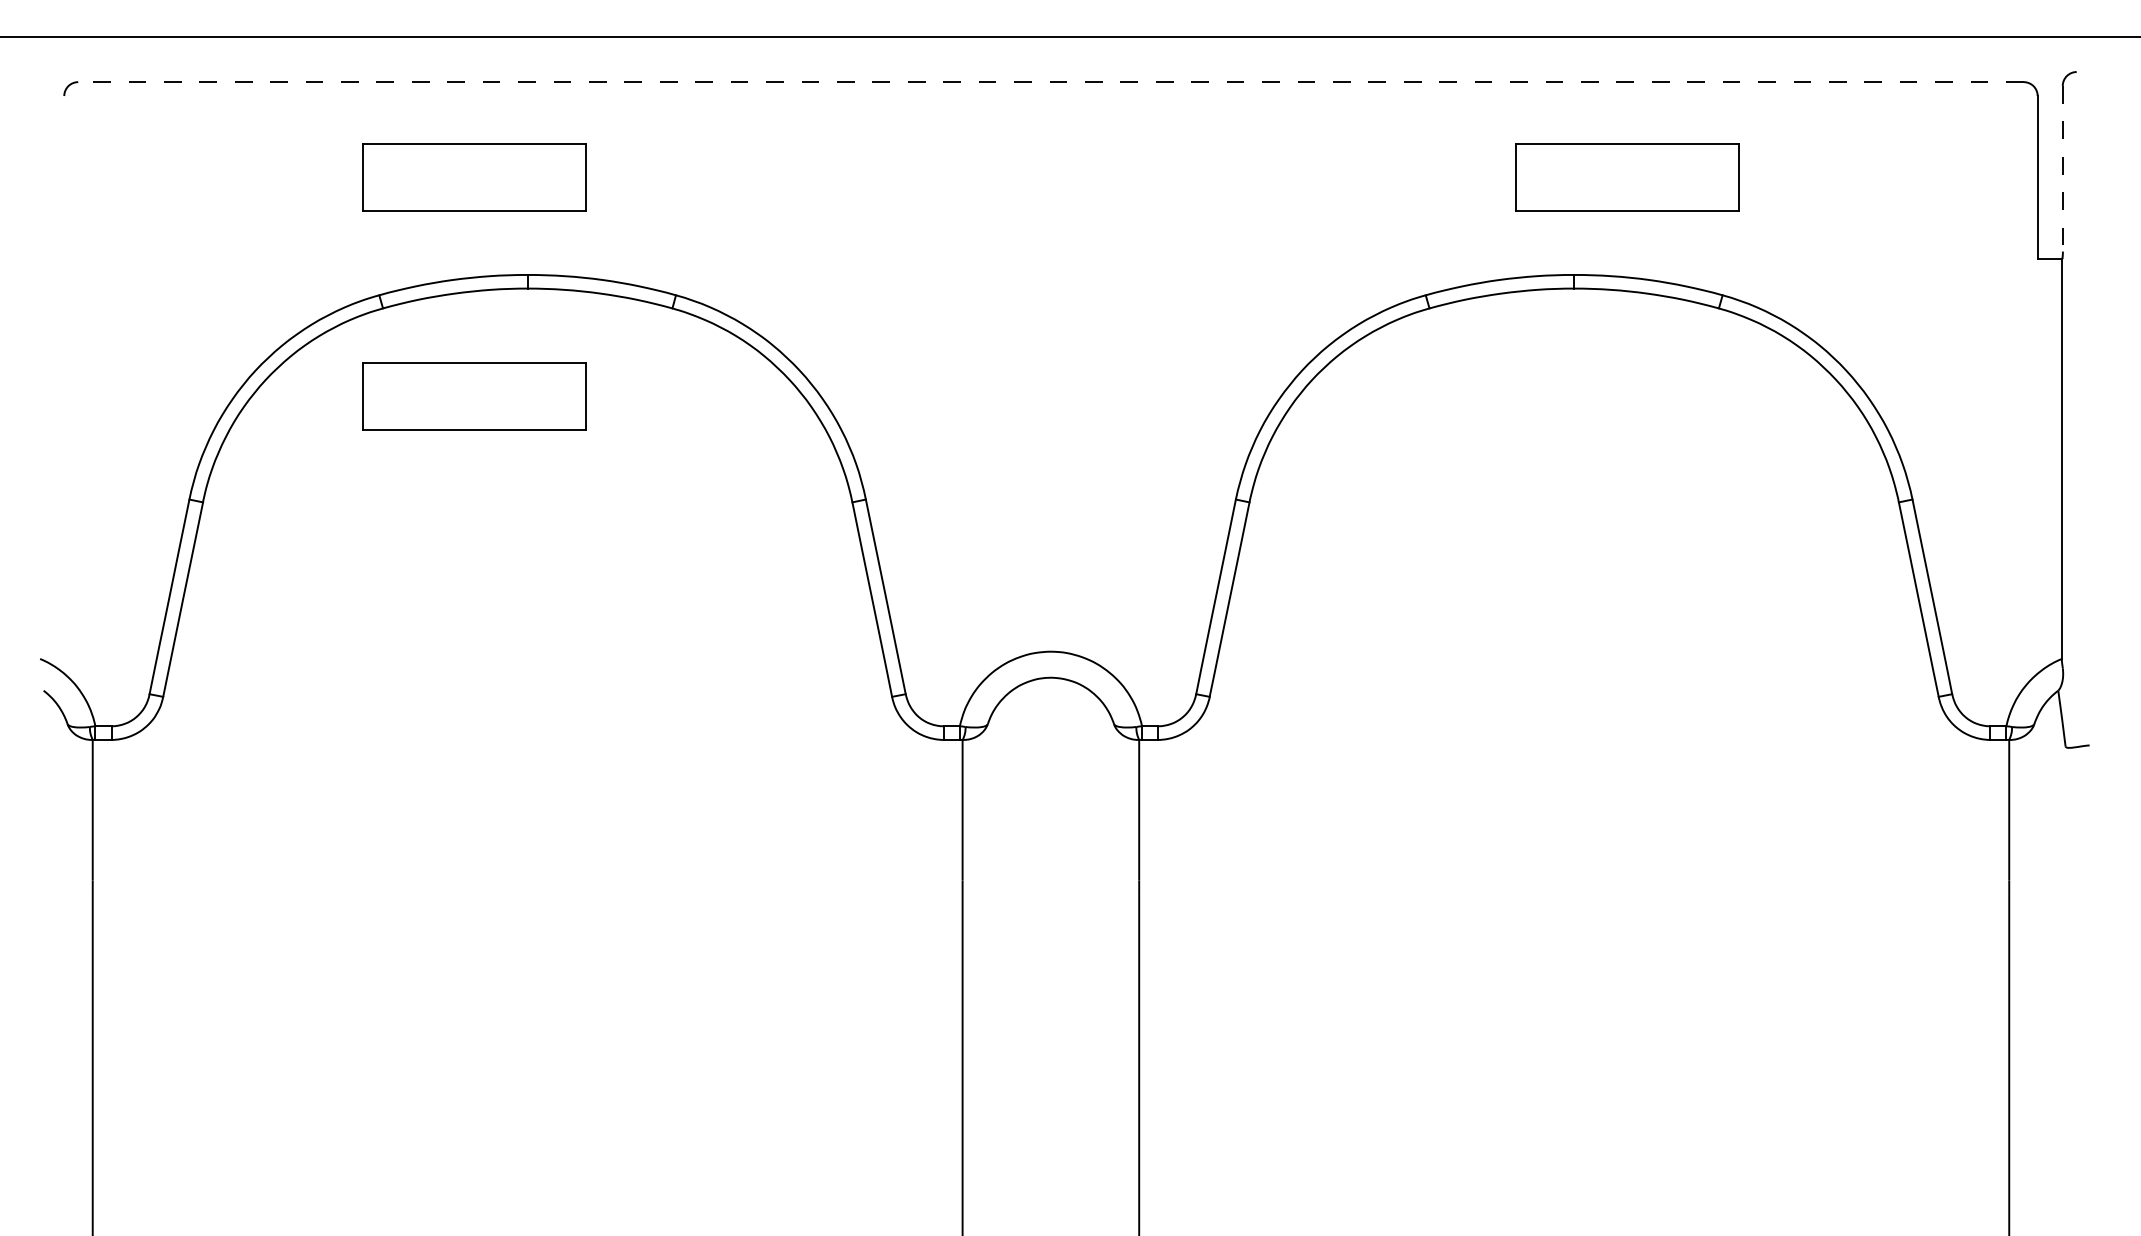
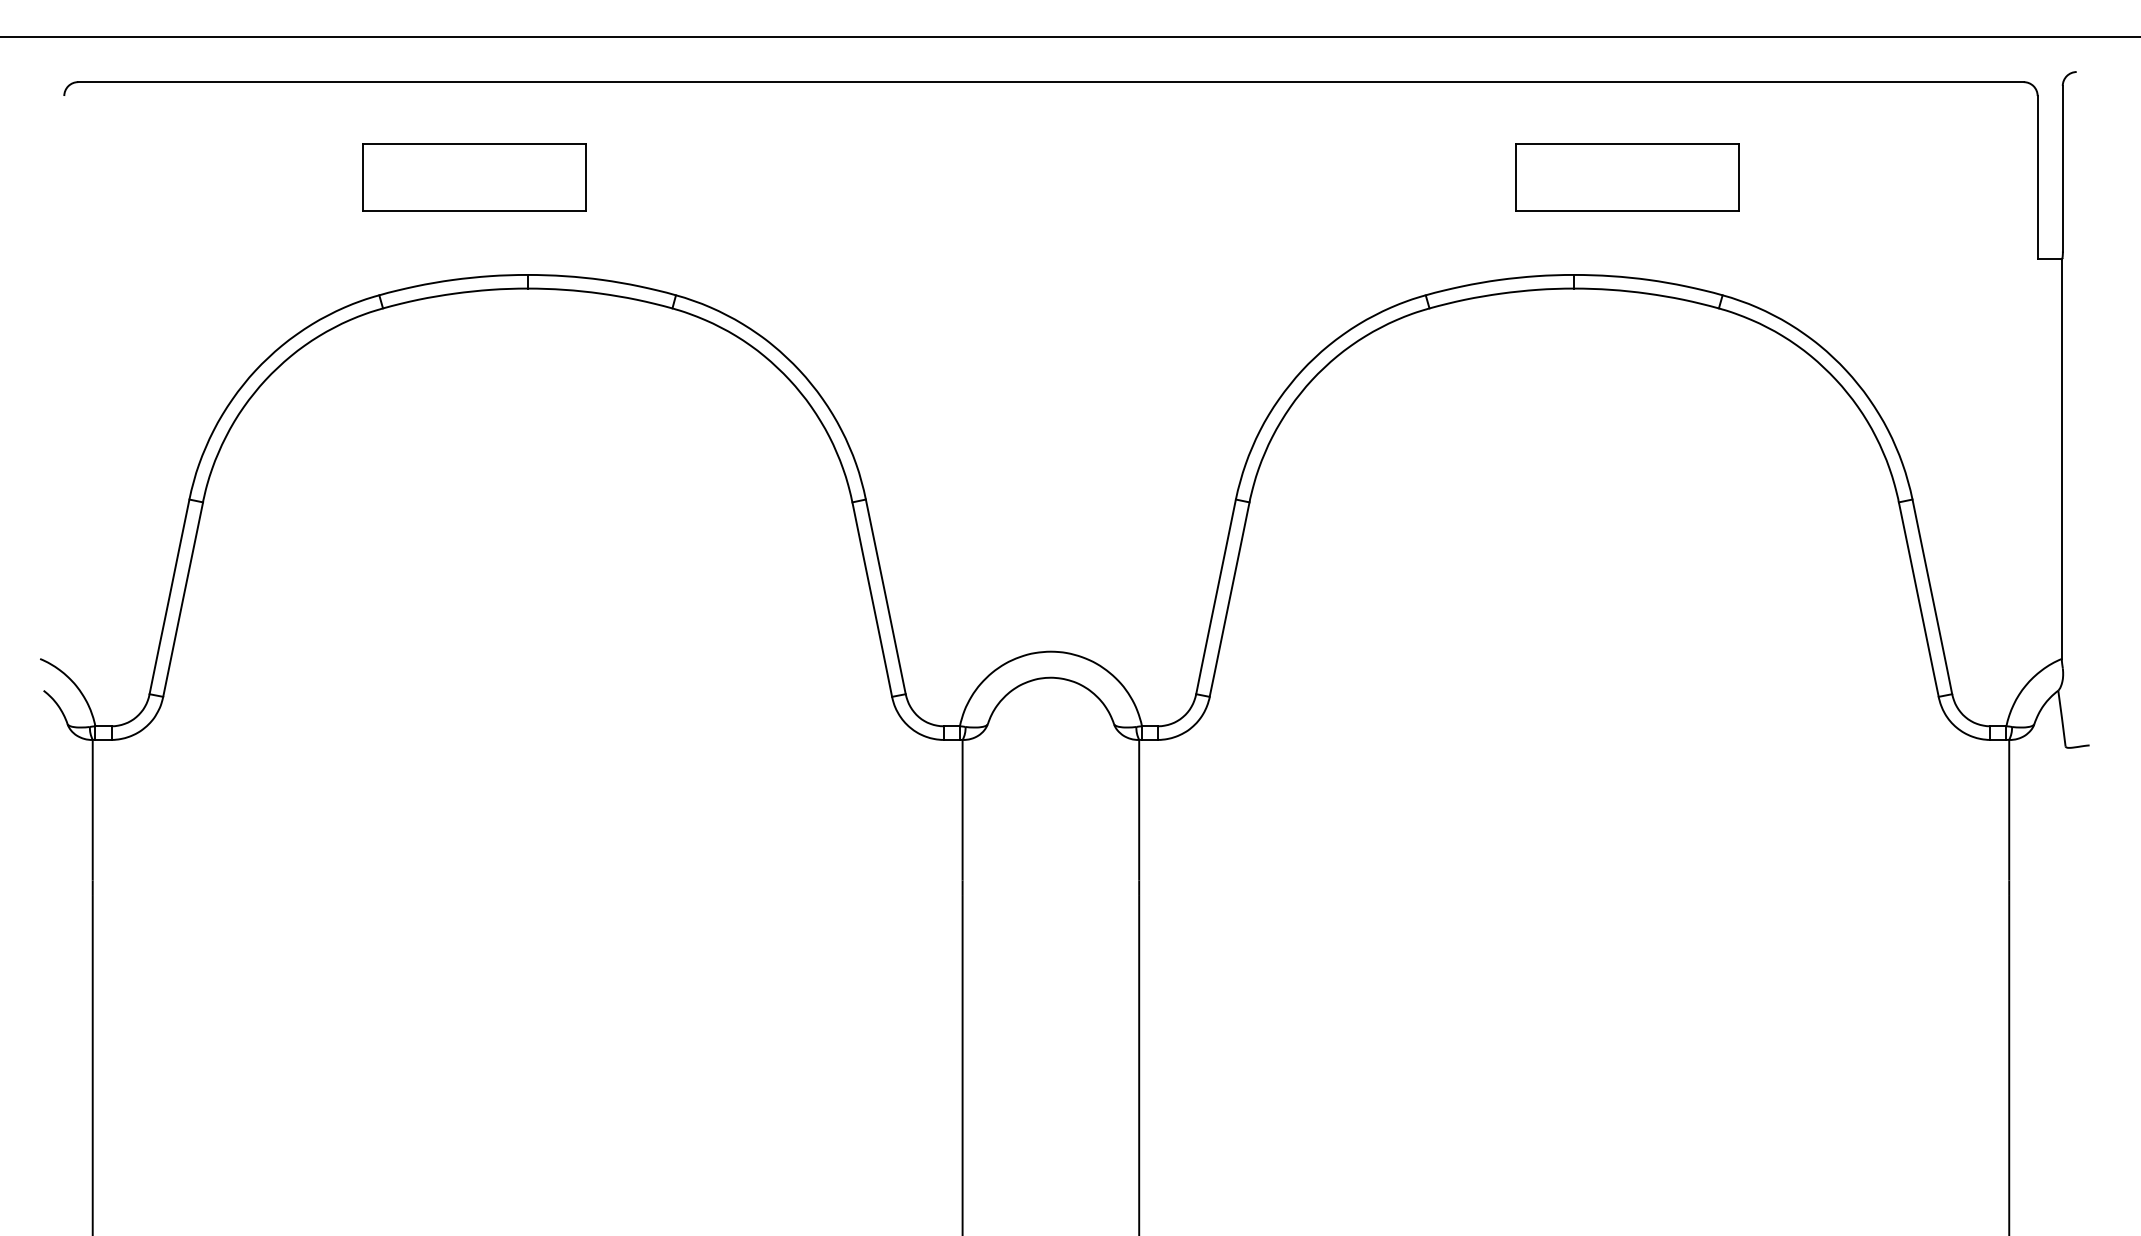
line at (1050, 82): dashed -> solid
line at (2062, 168): dashed -> solid
part at (474, 396): present -> none
